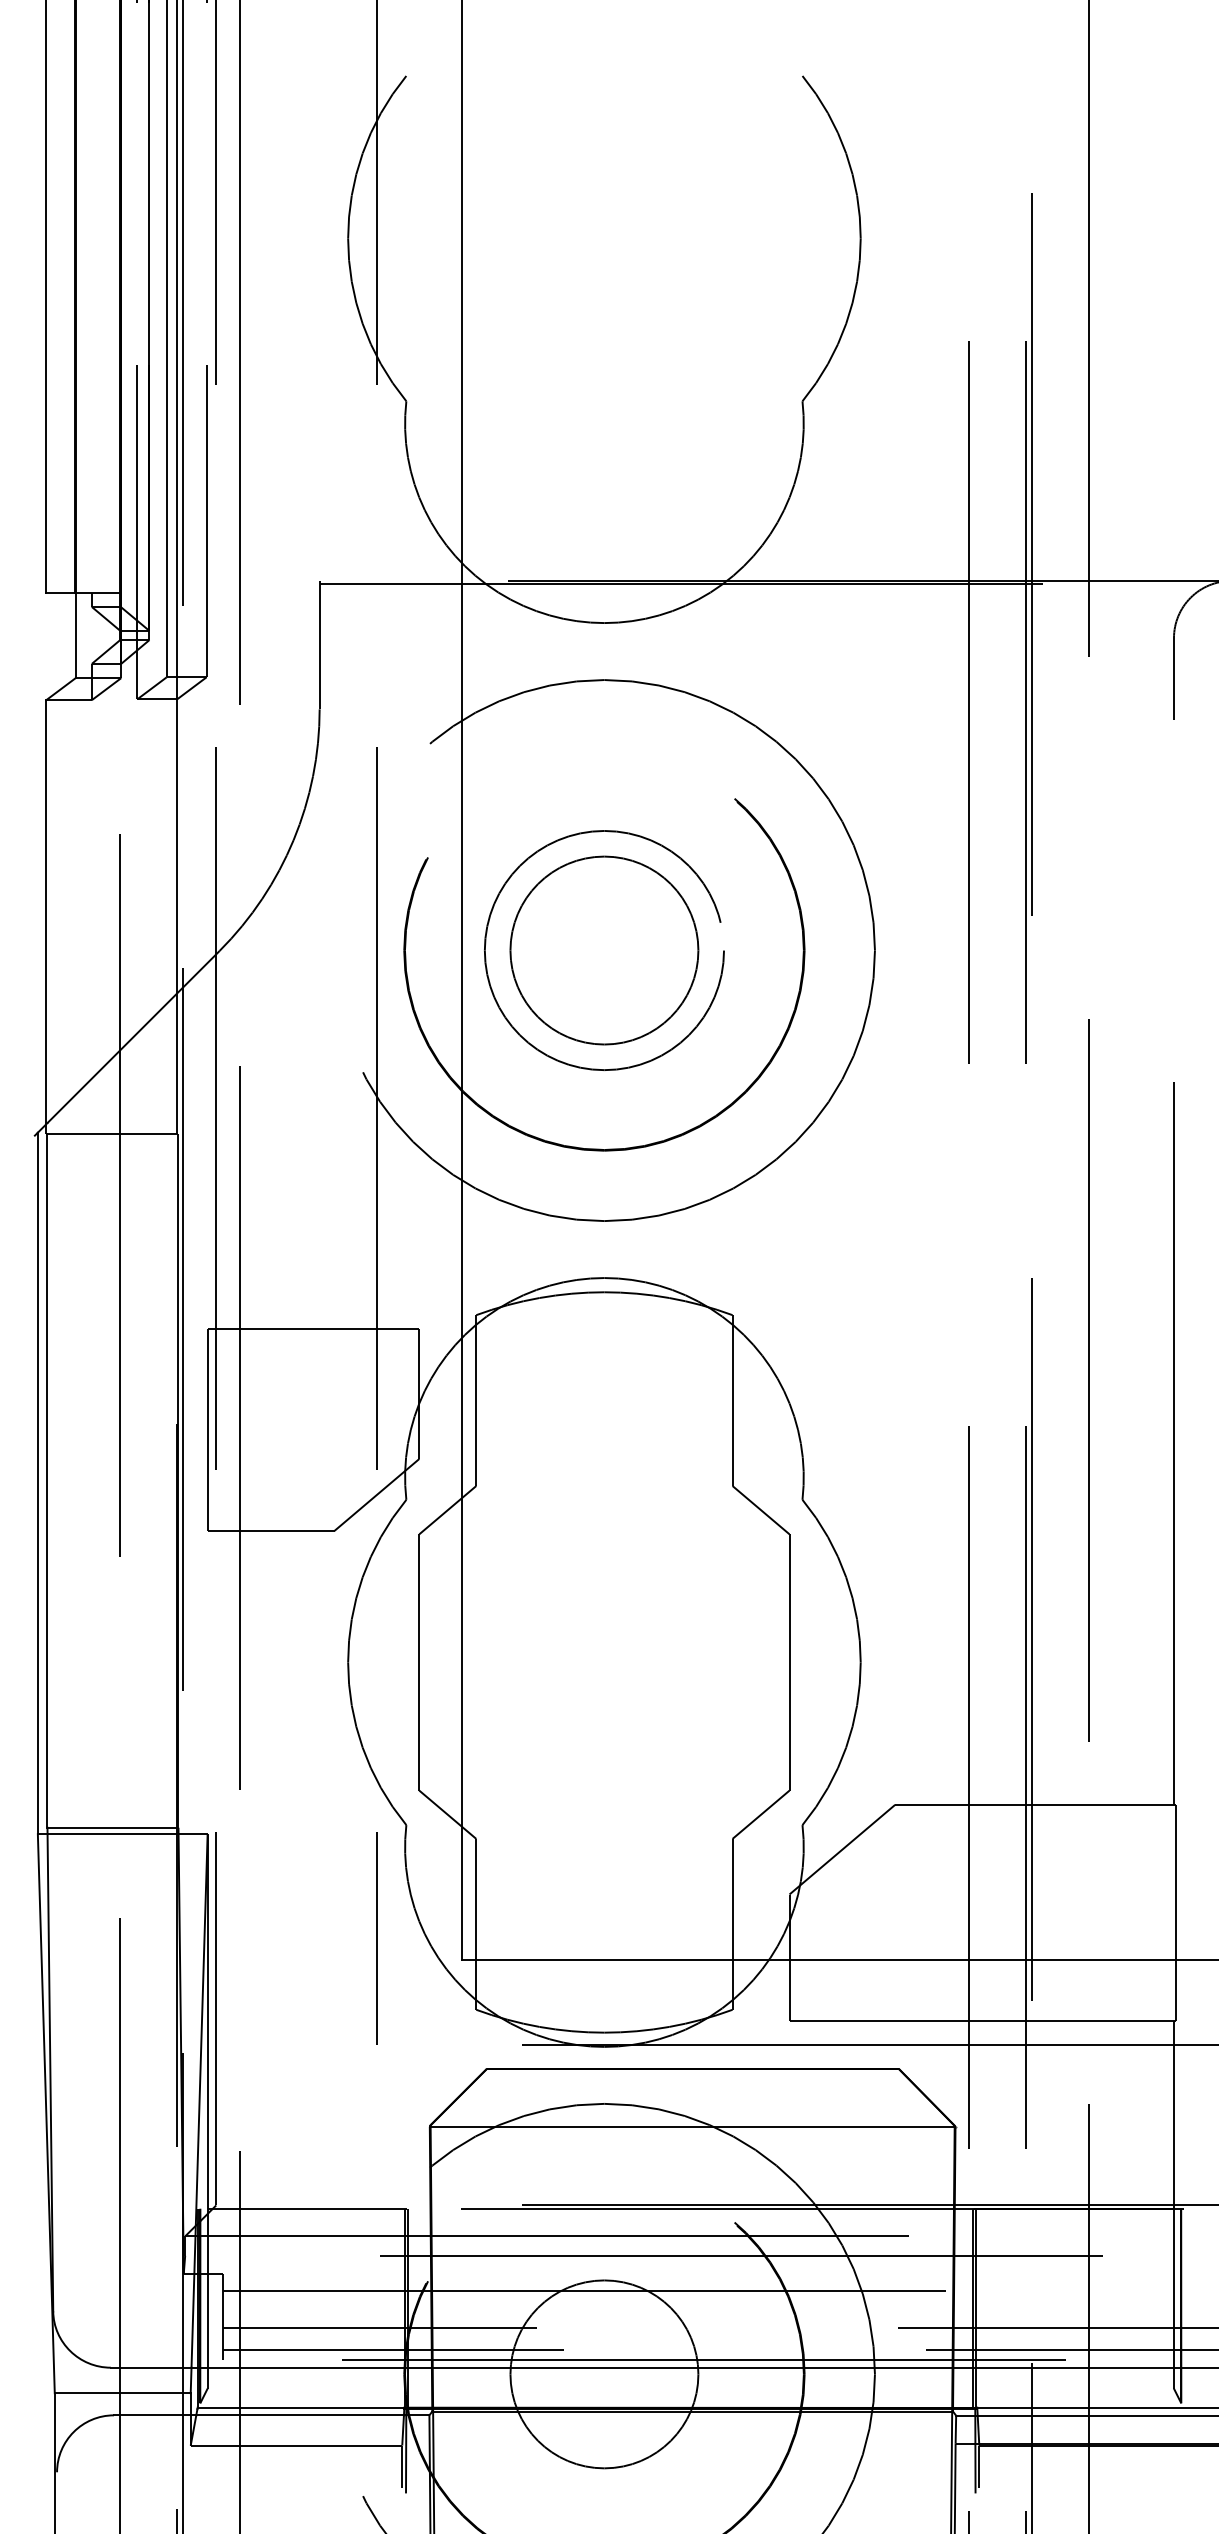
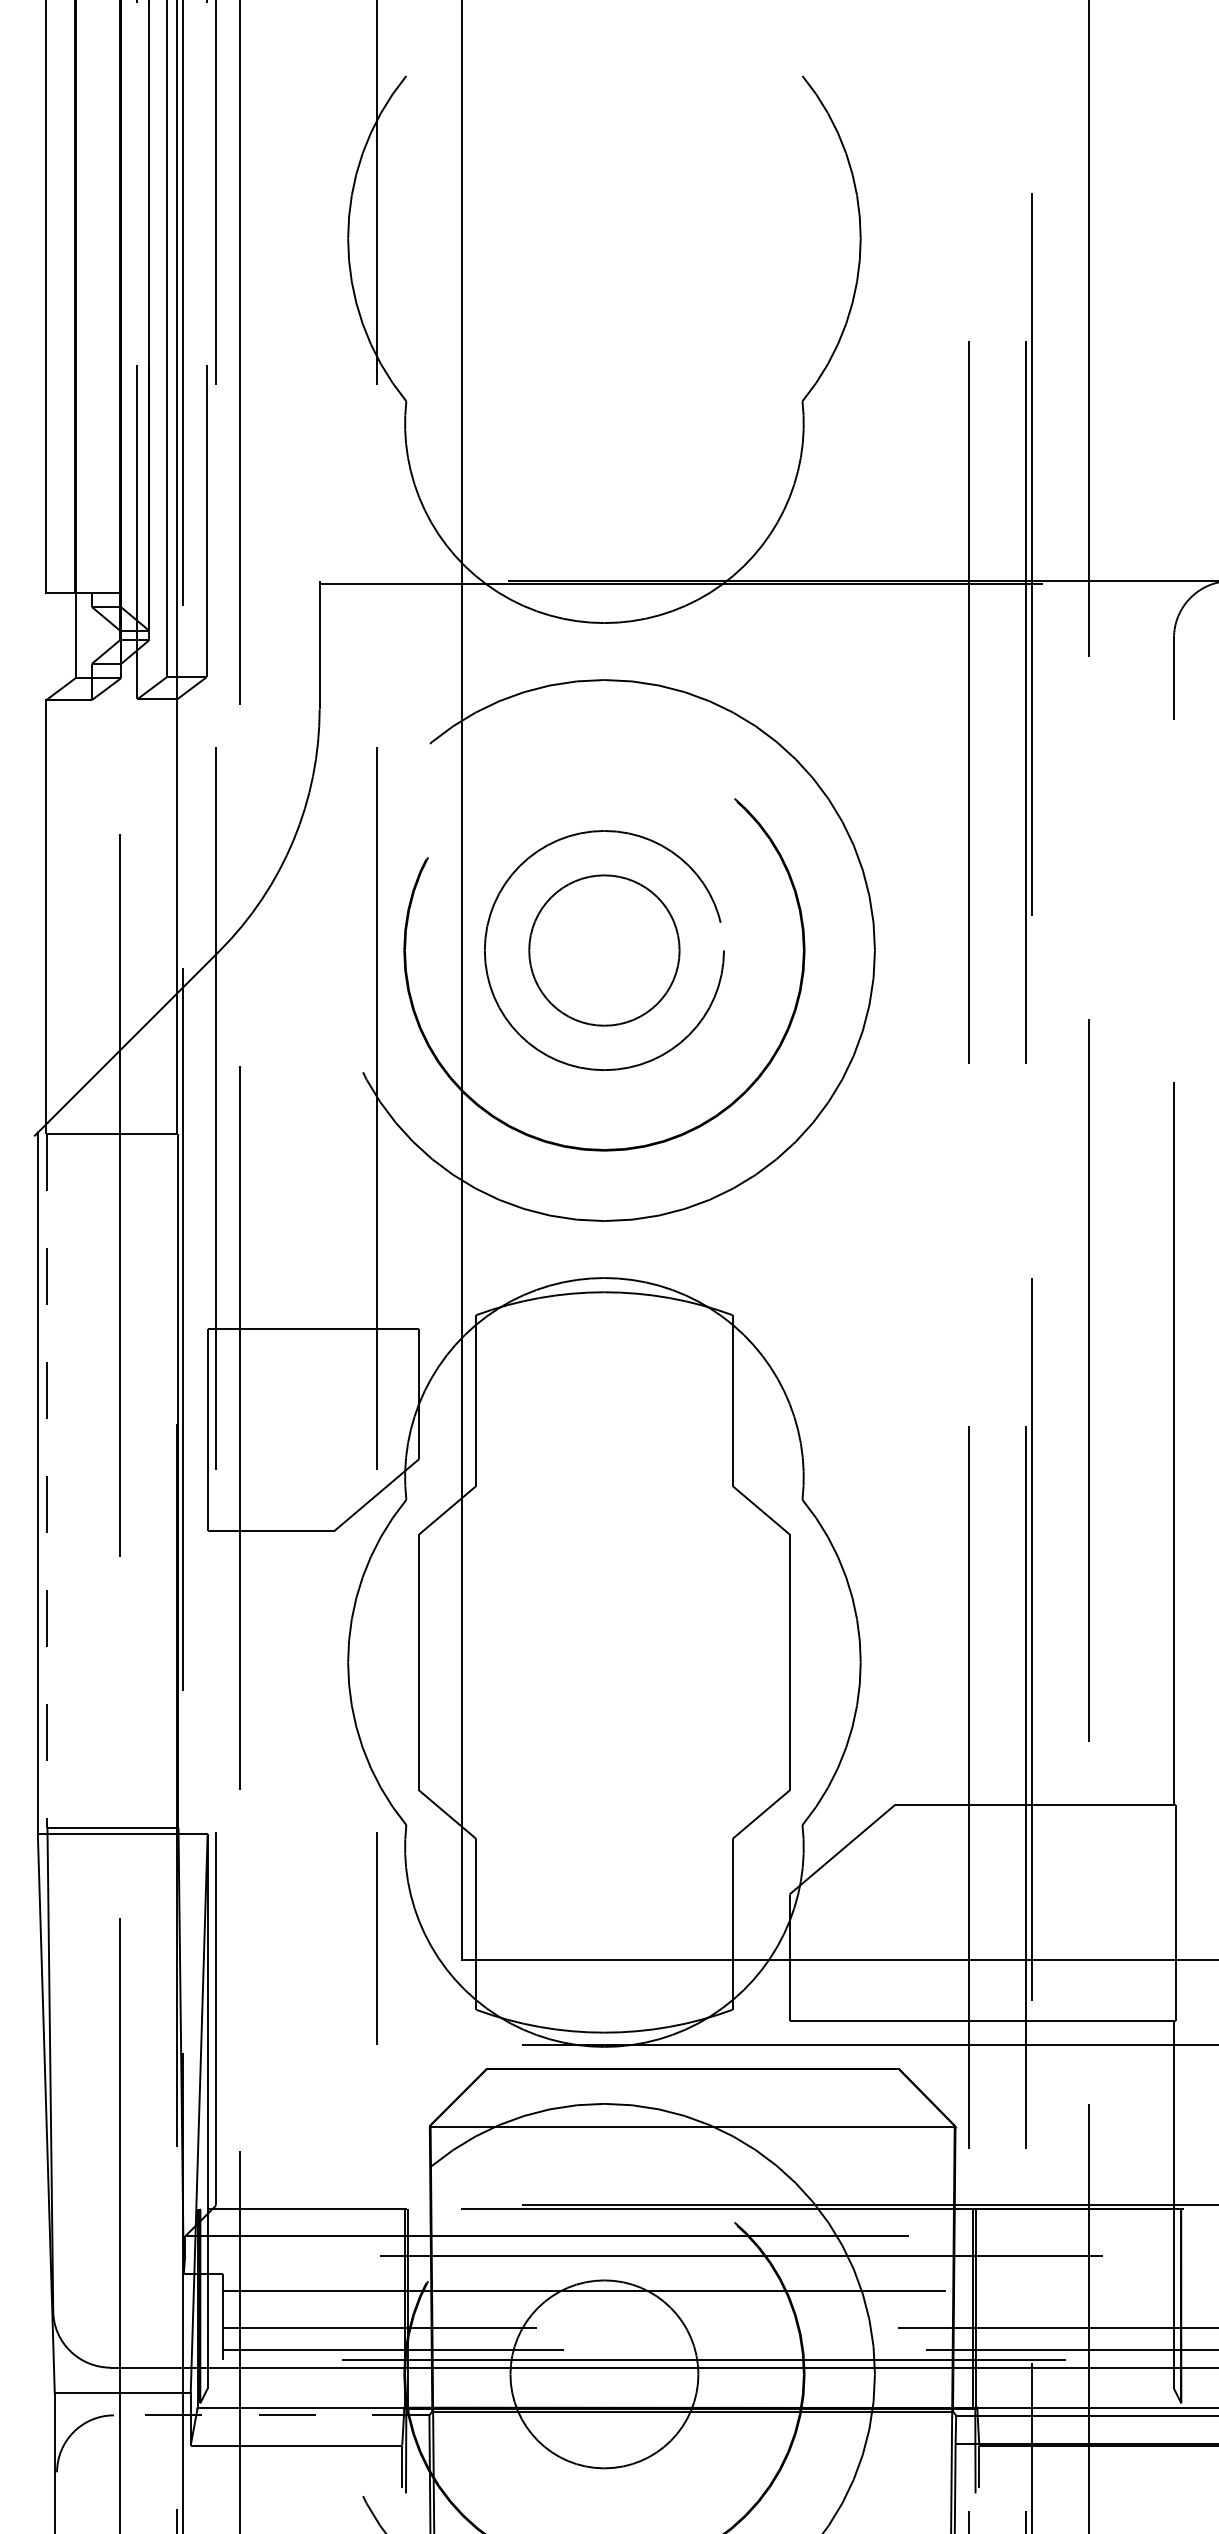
circle at (604, 950) diameter: 188 px -> 150 px
line at (47, 1481): solid -> dashed
line at (271, 2415): solid -> dashed
